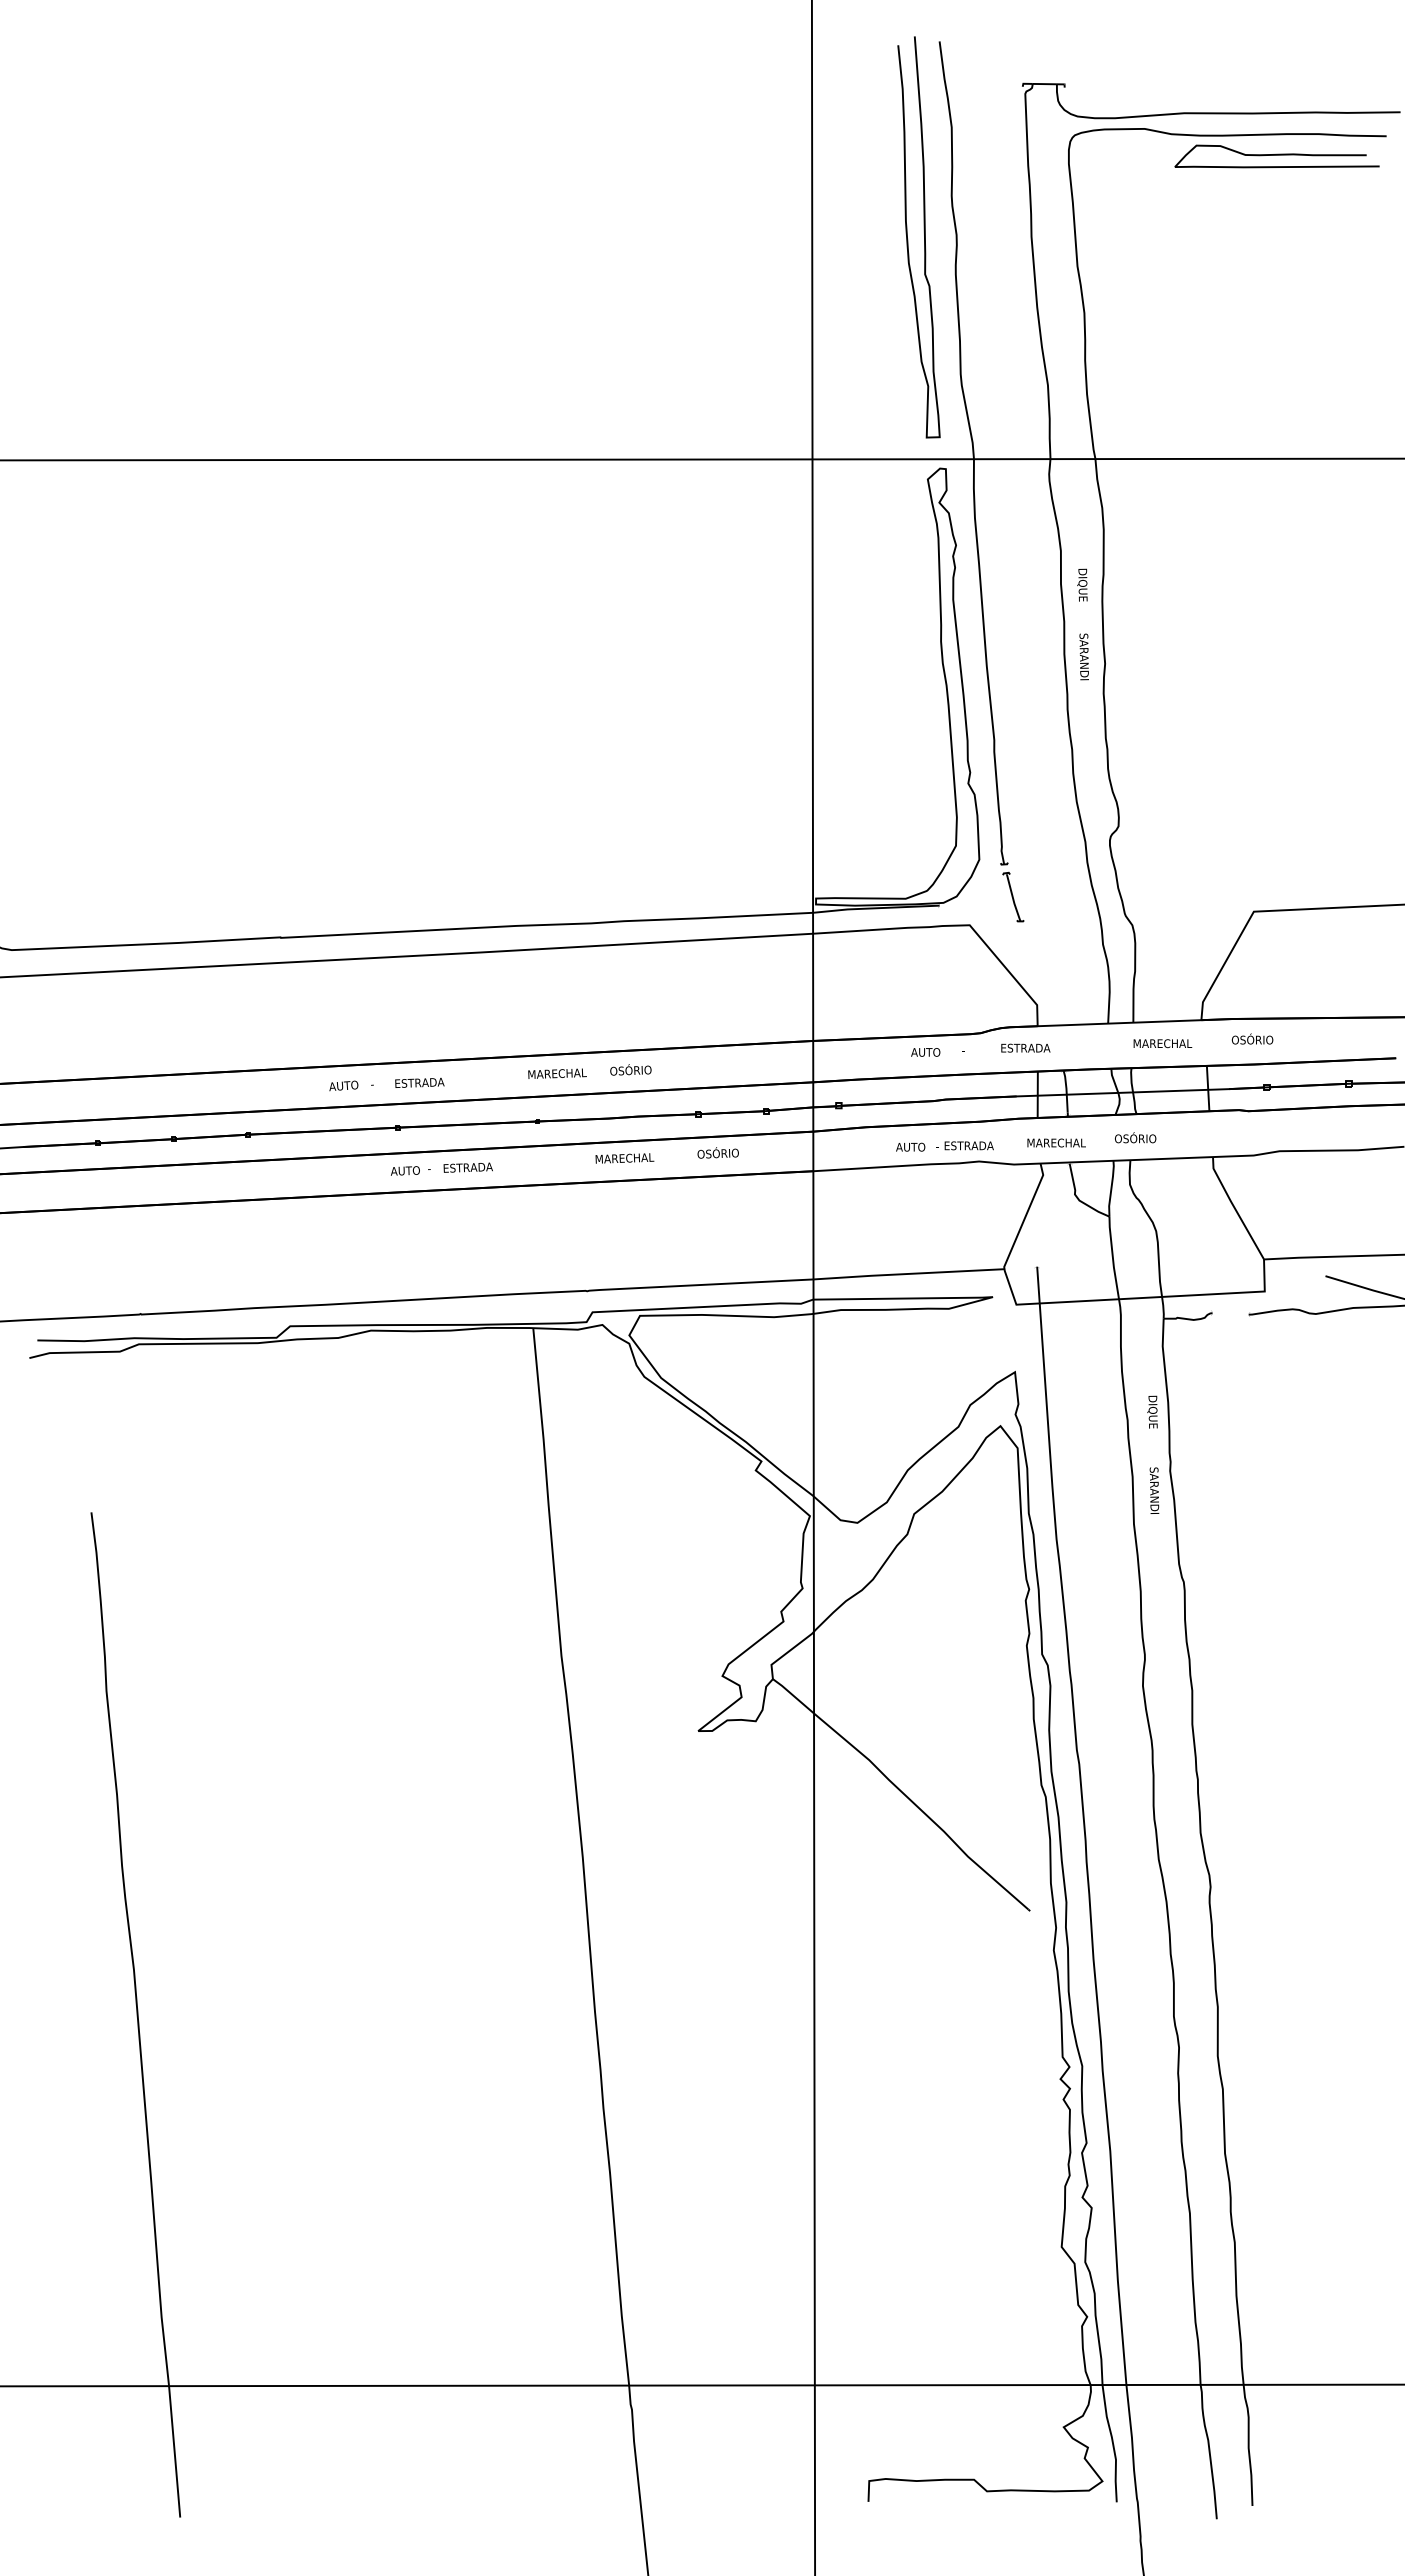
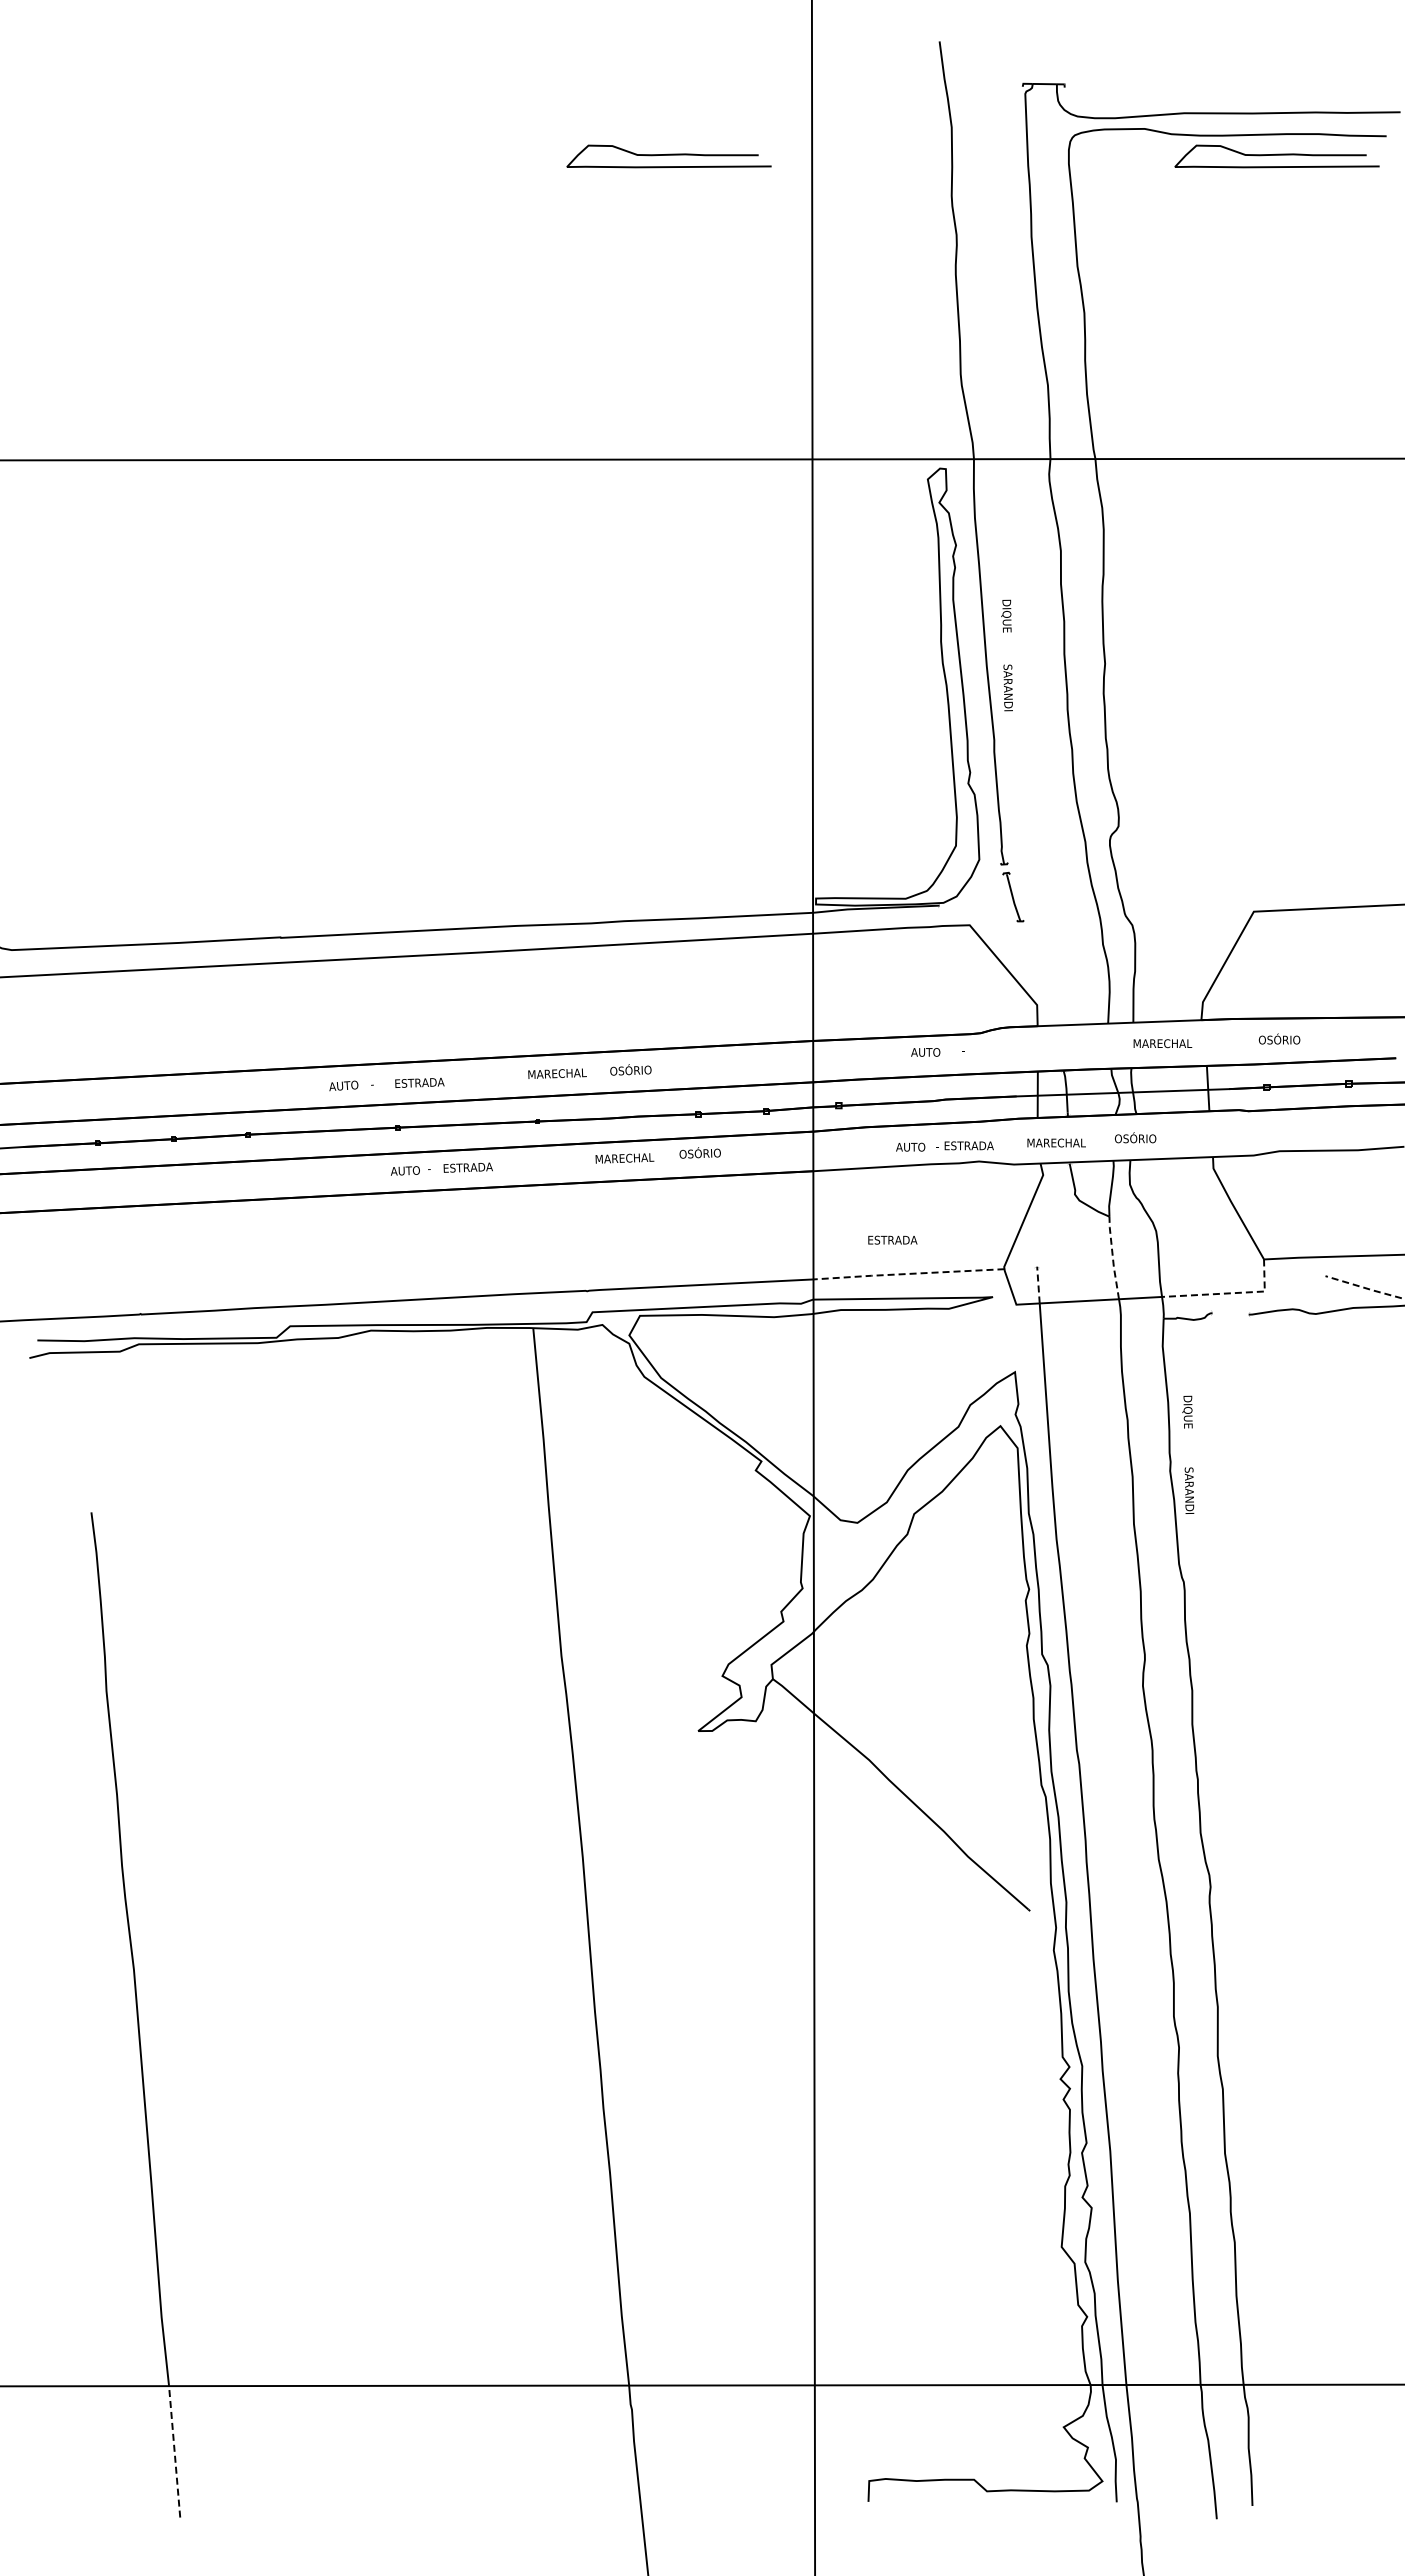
curve at (668, 155): none -> present
curve at (924, 237): present -> none
text at (1082, 624) position: (1082, 624) -> (1006, 655)
text at (1252, 1038) position: (1252, 1038) -> (1279, 1038)
text at (1025, 1047) position: (1025, 1047) -> (892, 1239)
text at (717, 1152) position: (717, 1152) -> (699, 1152)
line at (1112, 1257): solid -> dashed
line at (908, 1273): solid -> dashed
line at (1038, 1284): solid -> dashed
line at (1365, 1288): solid -> dashed
line at (1229, 1293): solid -> dashed
text at (1153, 1454) position: (1153, 1454) -> (1188, 1454)
line at (174, 2451): solid -> dashed
